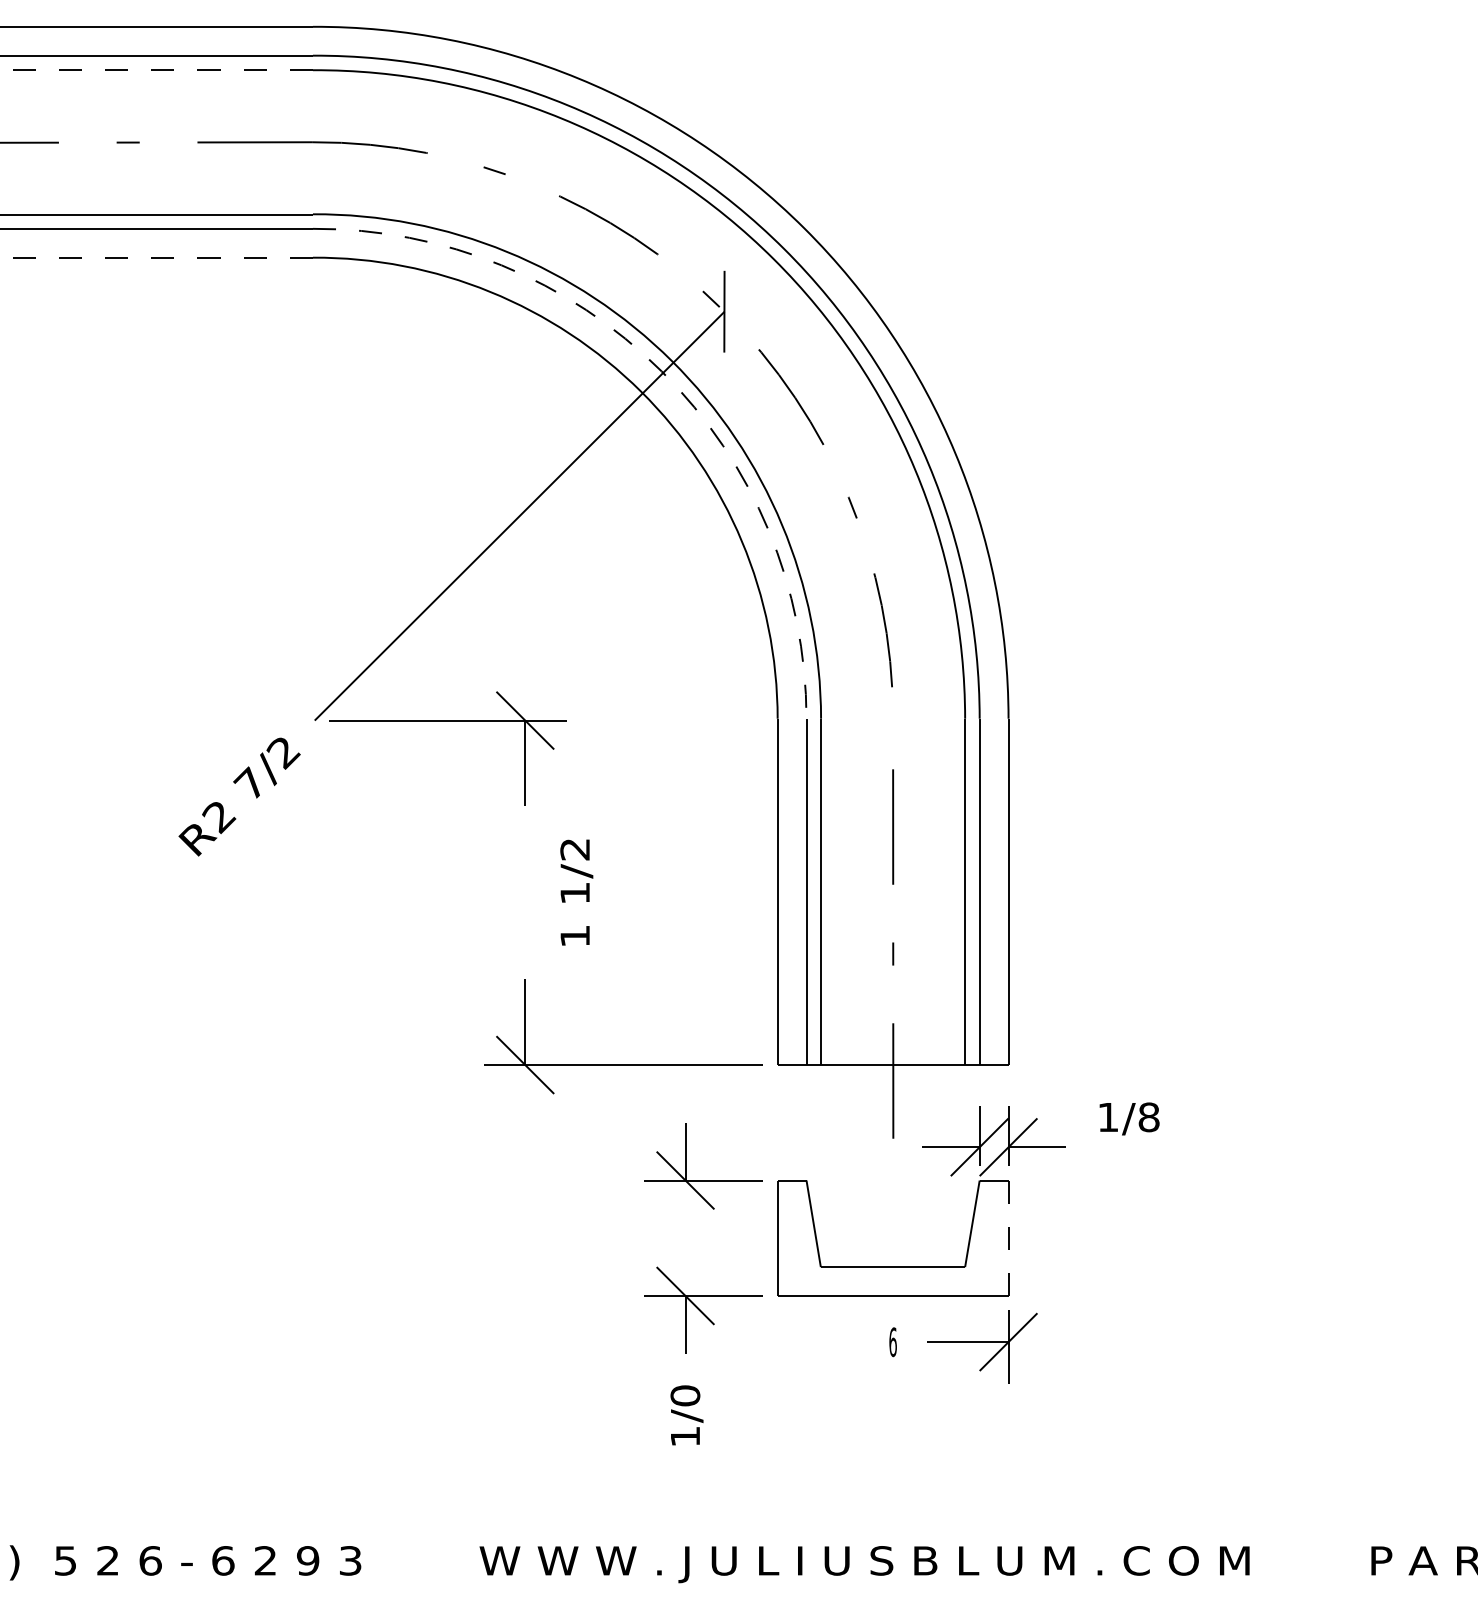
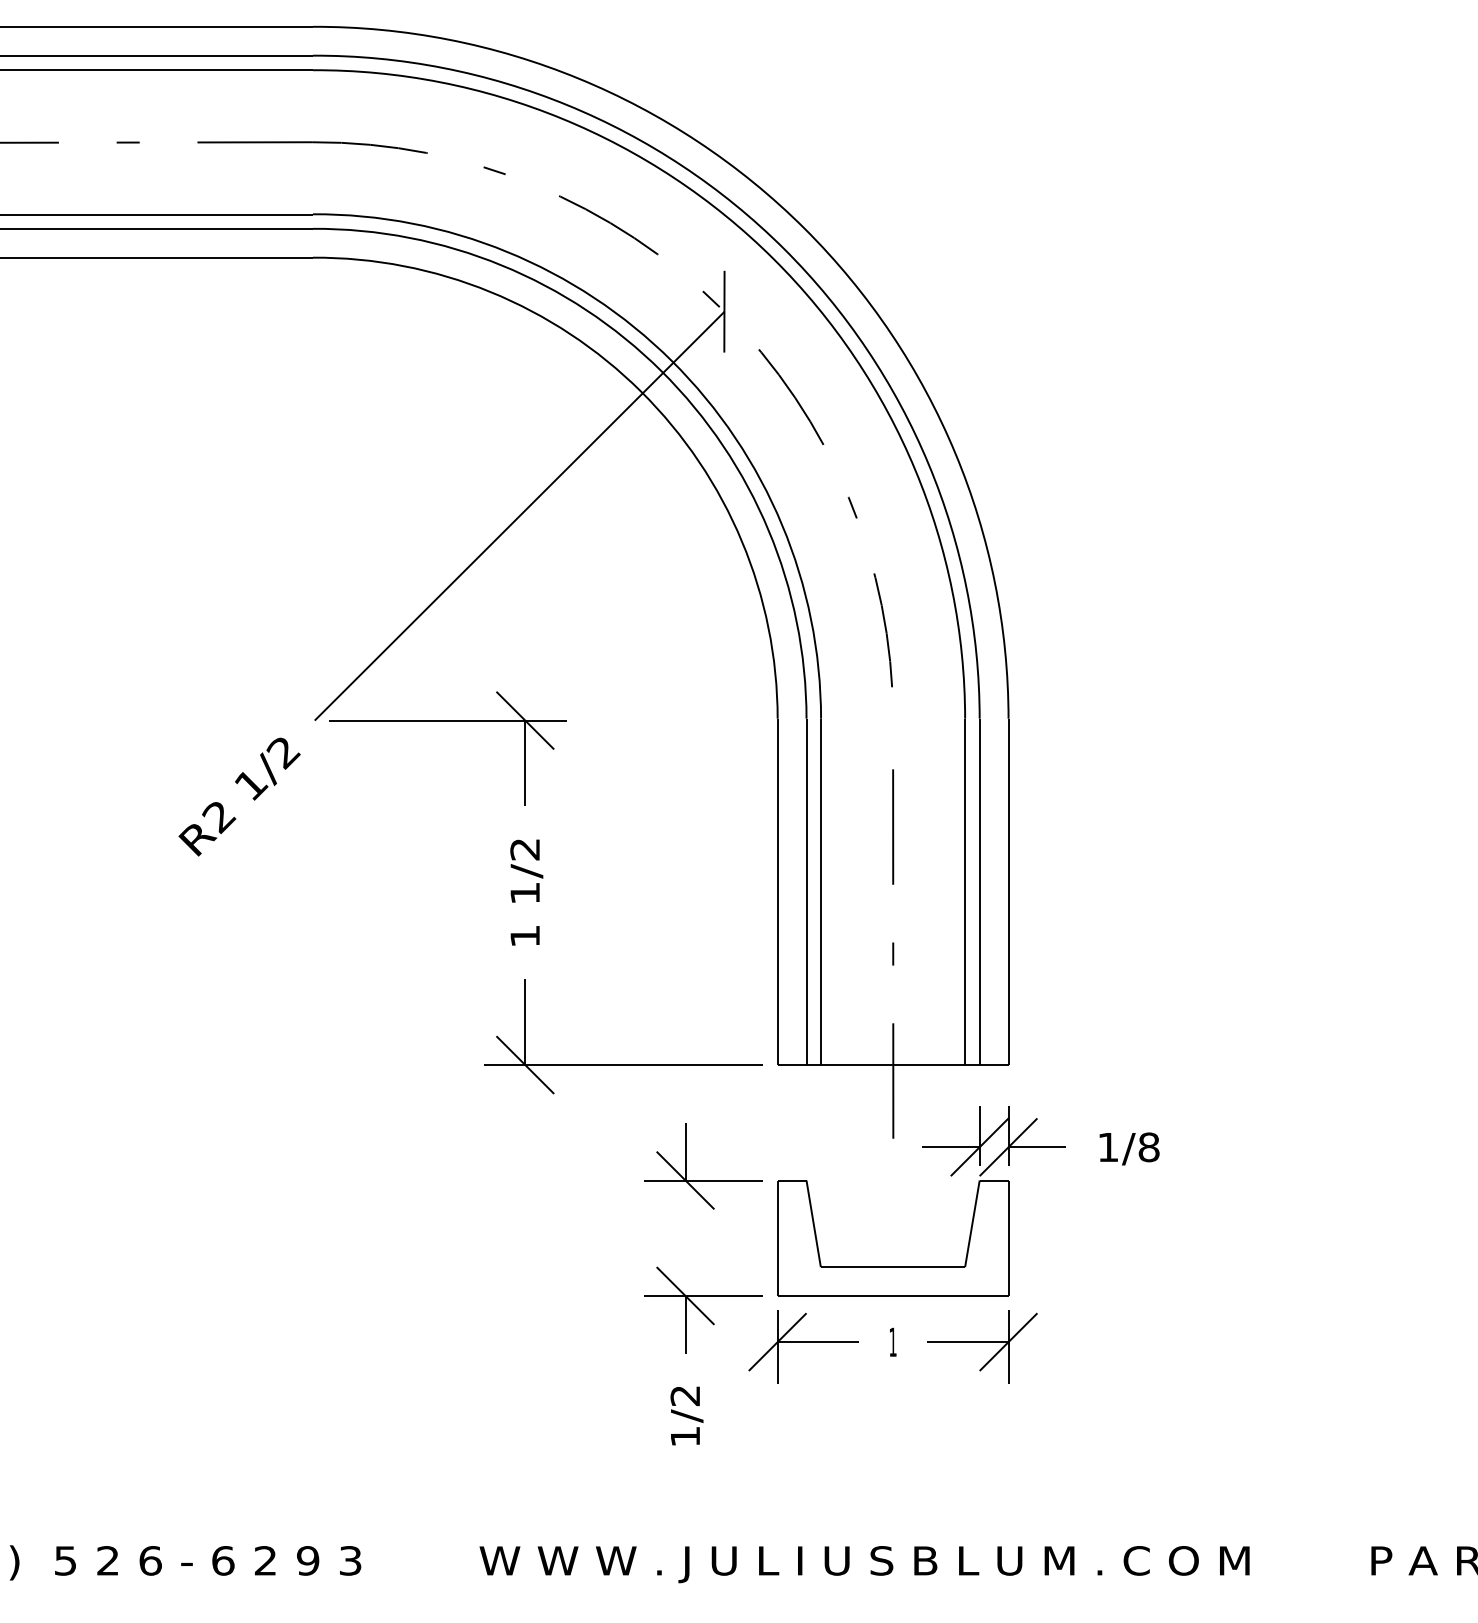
line at (156, 70): dashed -> solid
line at (157, 257): dashed -> solid
arc at (661, 371): dashed -> solid
text at (250, 783): 7/2 -> 1/2
text at (576, 892) position: (576, 892) -> (526, 892)
text at (1129, 1118) position: (1129, 1118) -> (1129, 1148)
line at (1008, 1238): dashed -> solid
text at (892, 1342): 6 -> 1
part at (803, 1346): none -> present
text at (685, 1395): 1/0 -> 1/2
